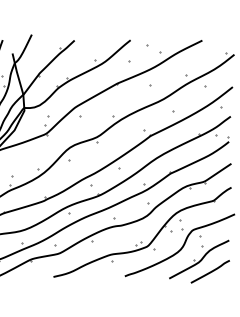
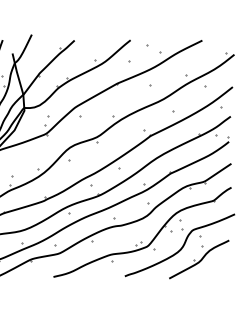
line at (209, 271): present -> none
